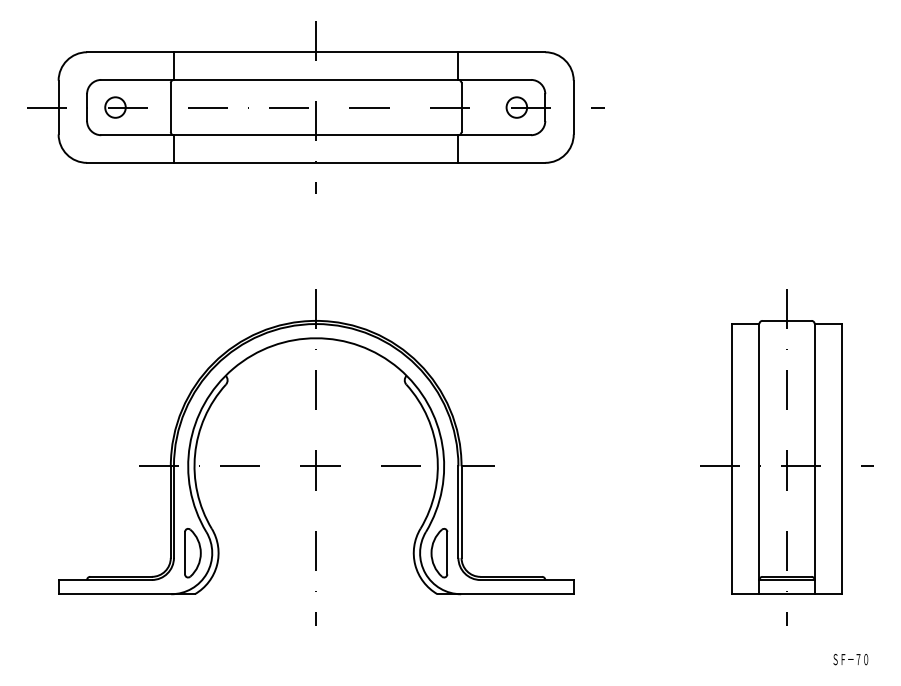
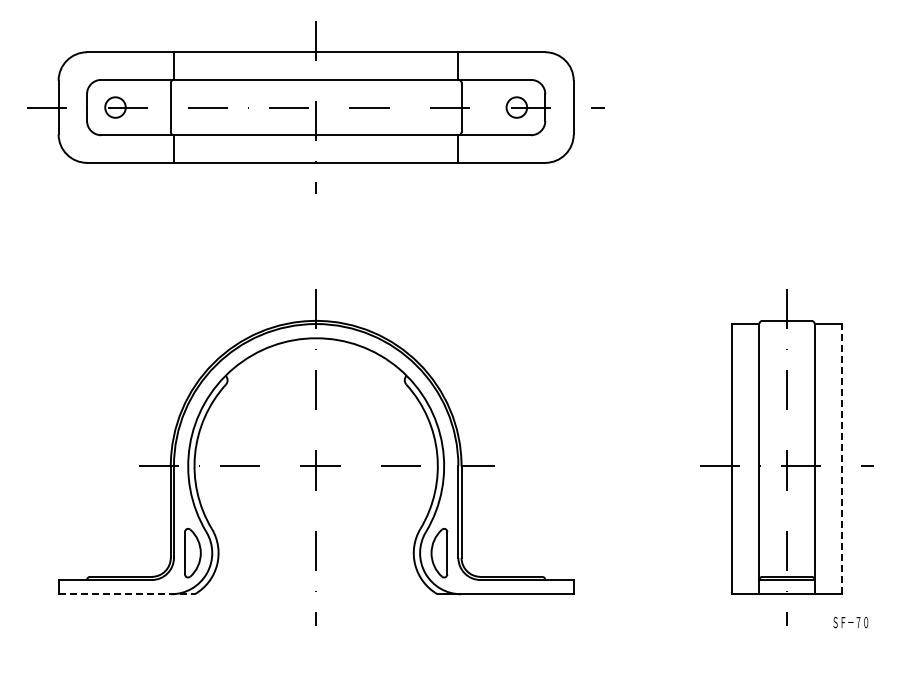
line at (842, 458): solid -> dashed
line at (127, 594): solid -> dashed
text at (850, 659) position: (850, 659) -> (850, 622)
